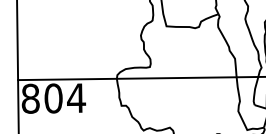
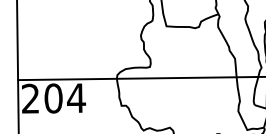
text at (30, 98): 804 -> 204
